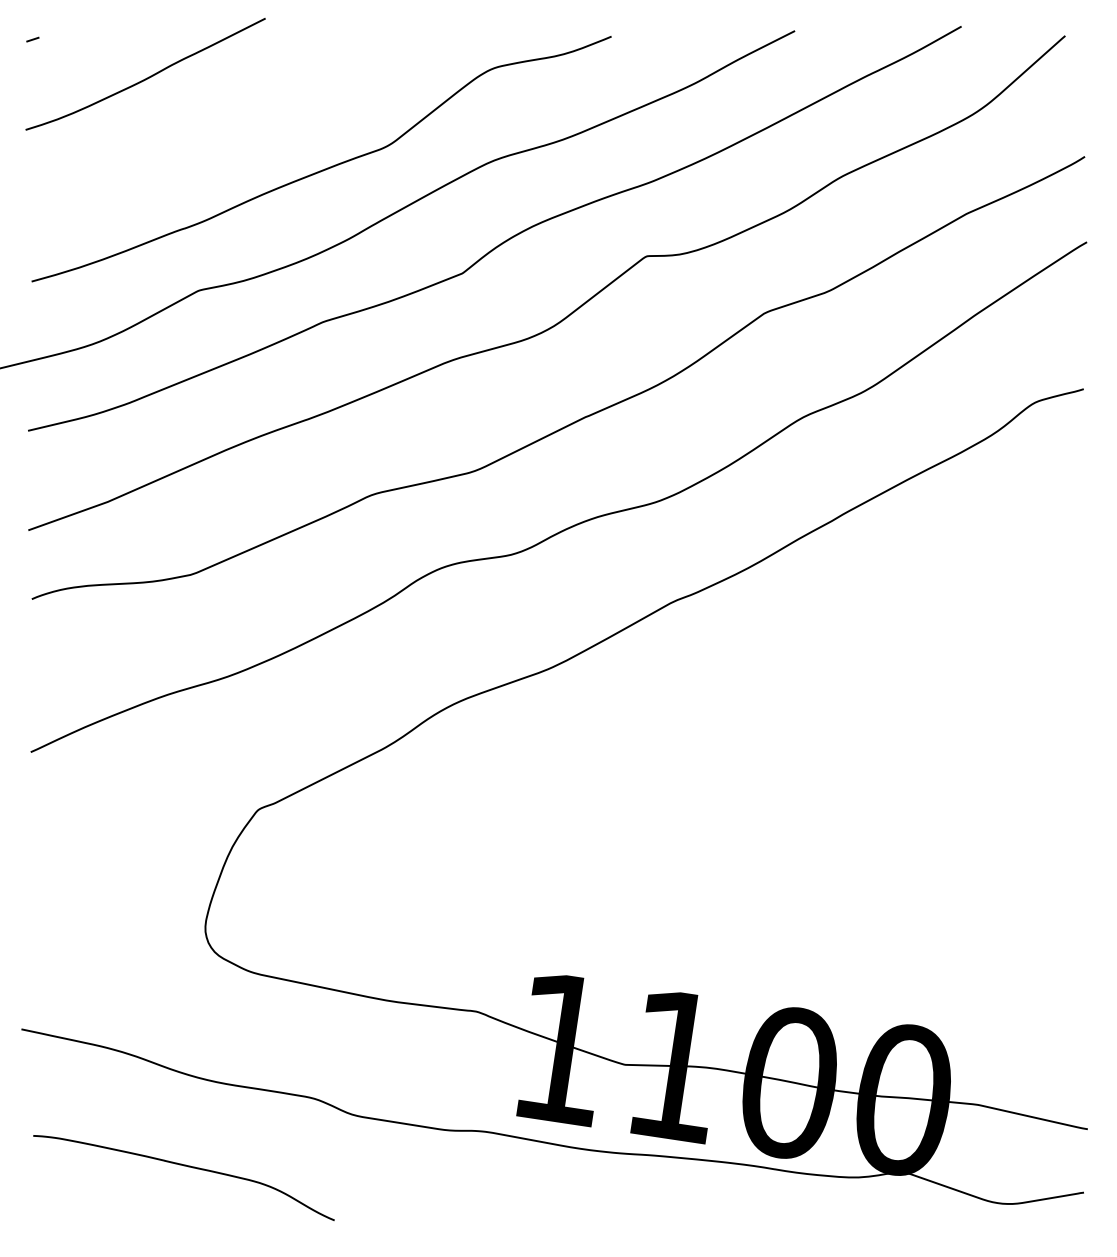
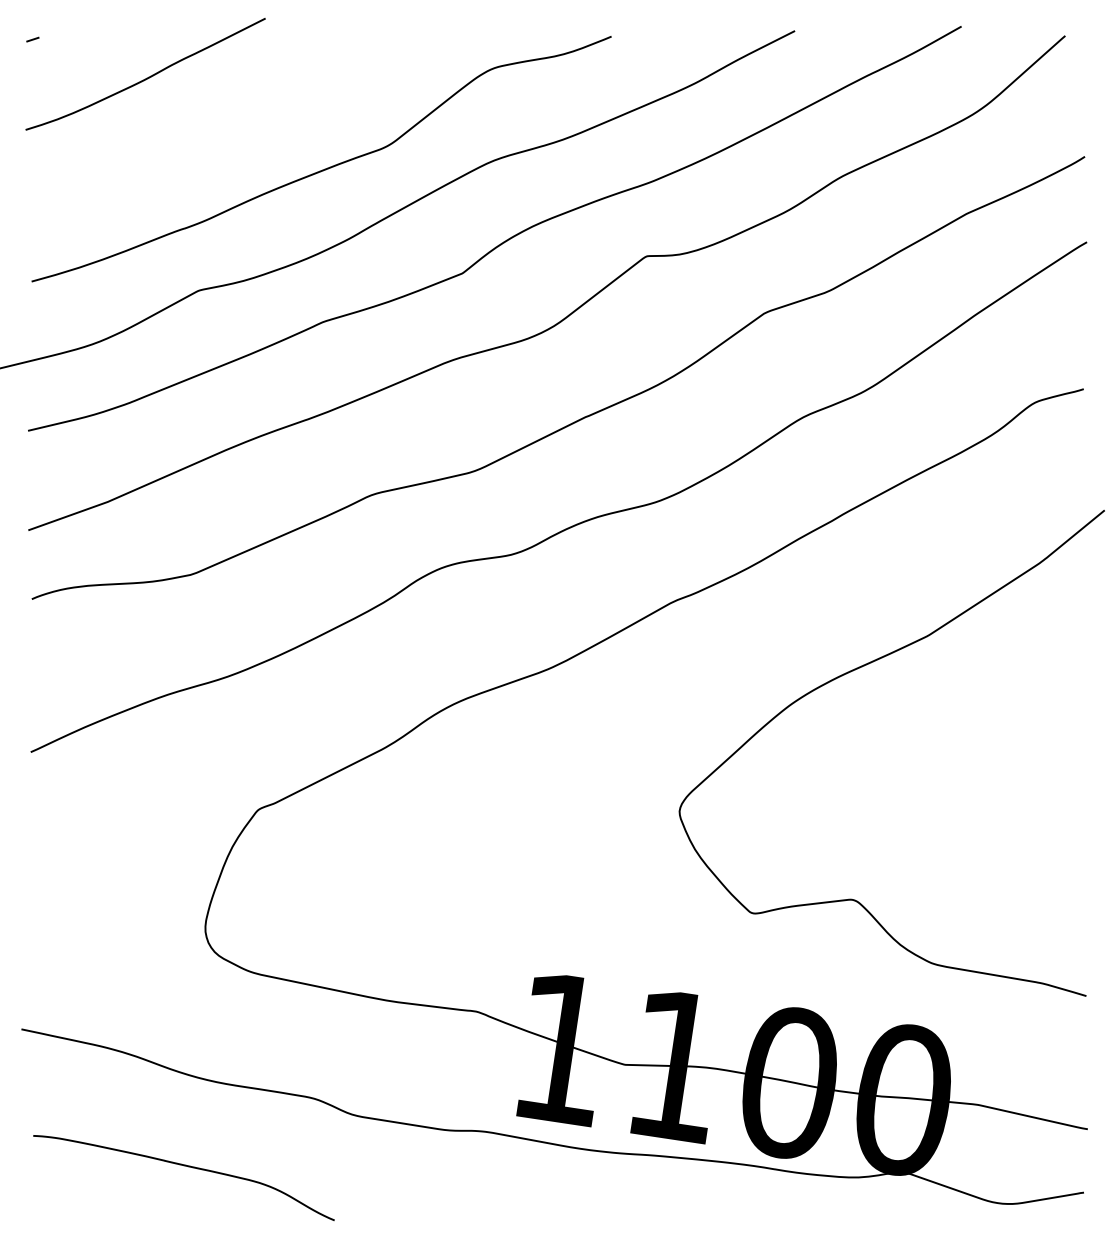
curve at (853, 671): none -> present
